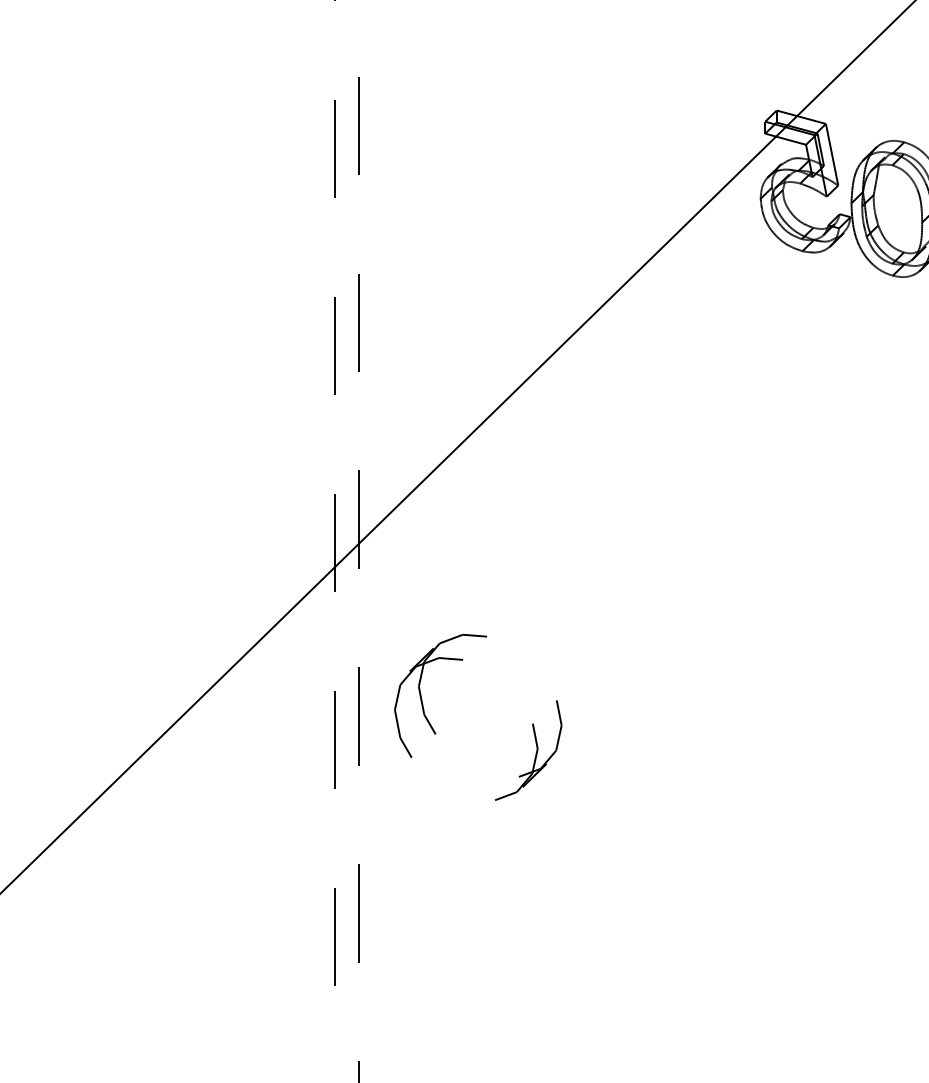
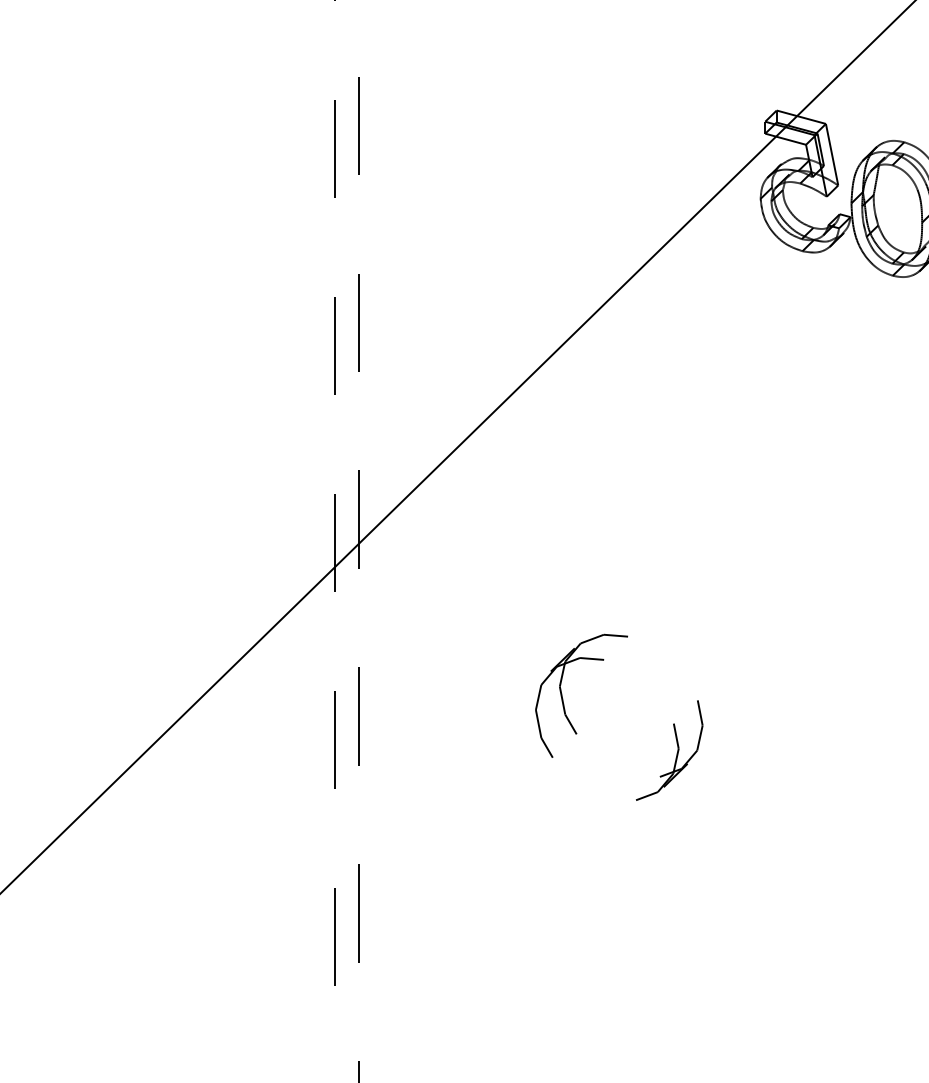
part at (436, 733) position: (436, 733) -> (577, 733)
